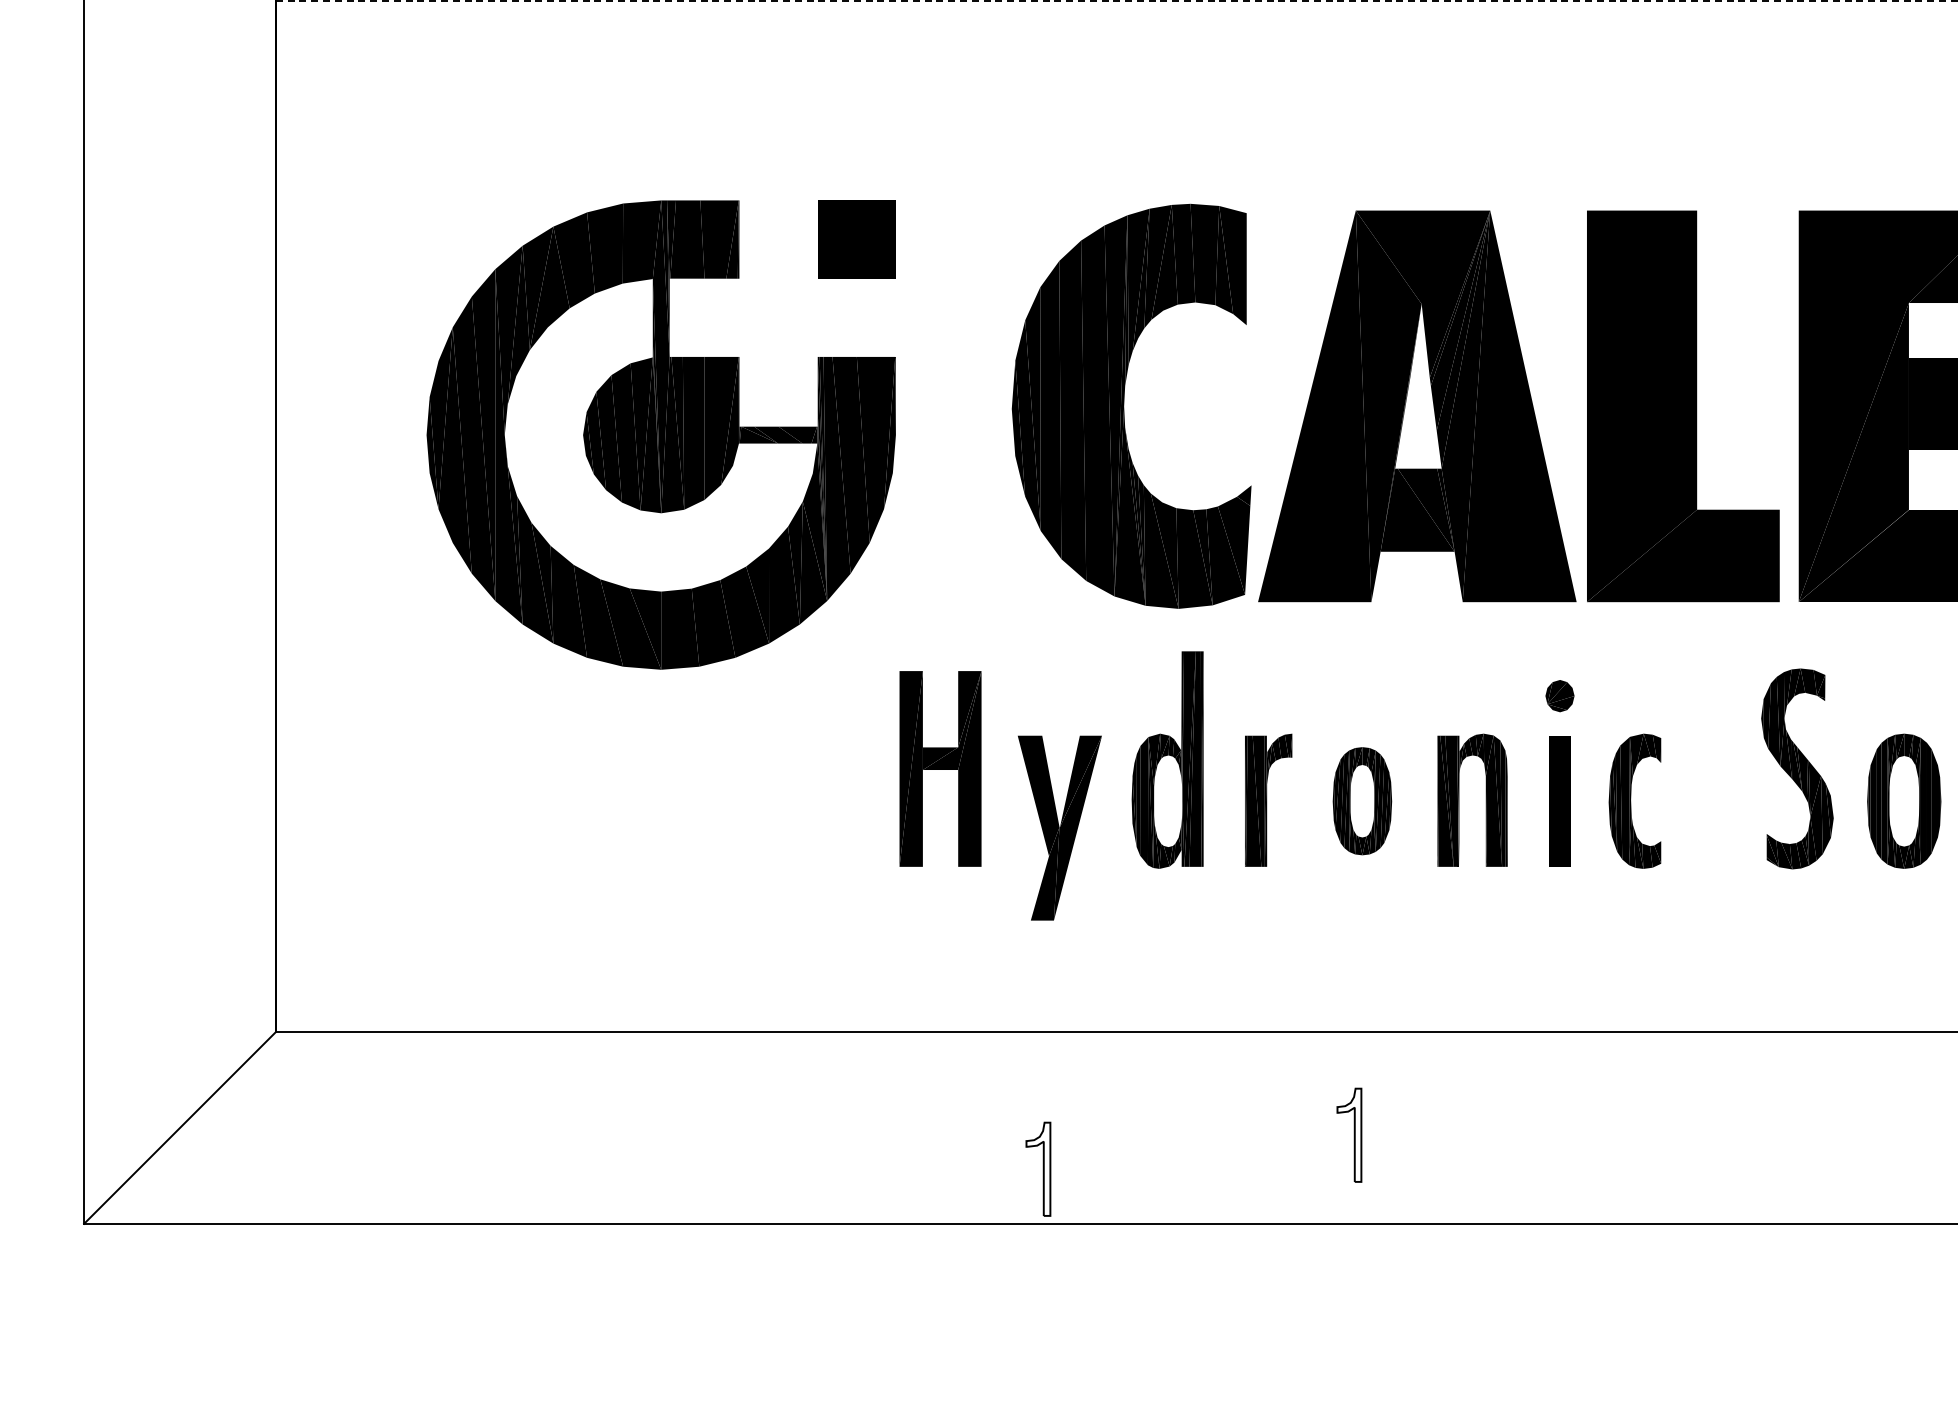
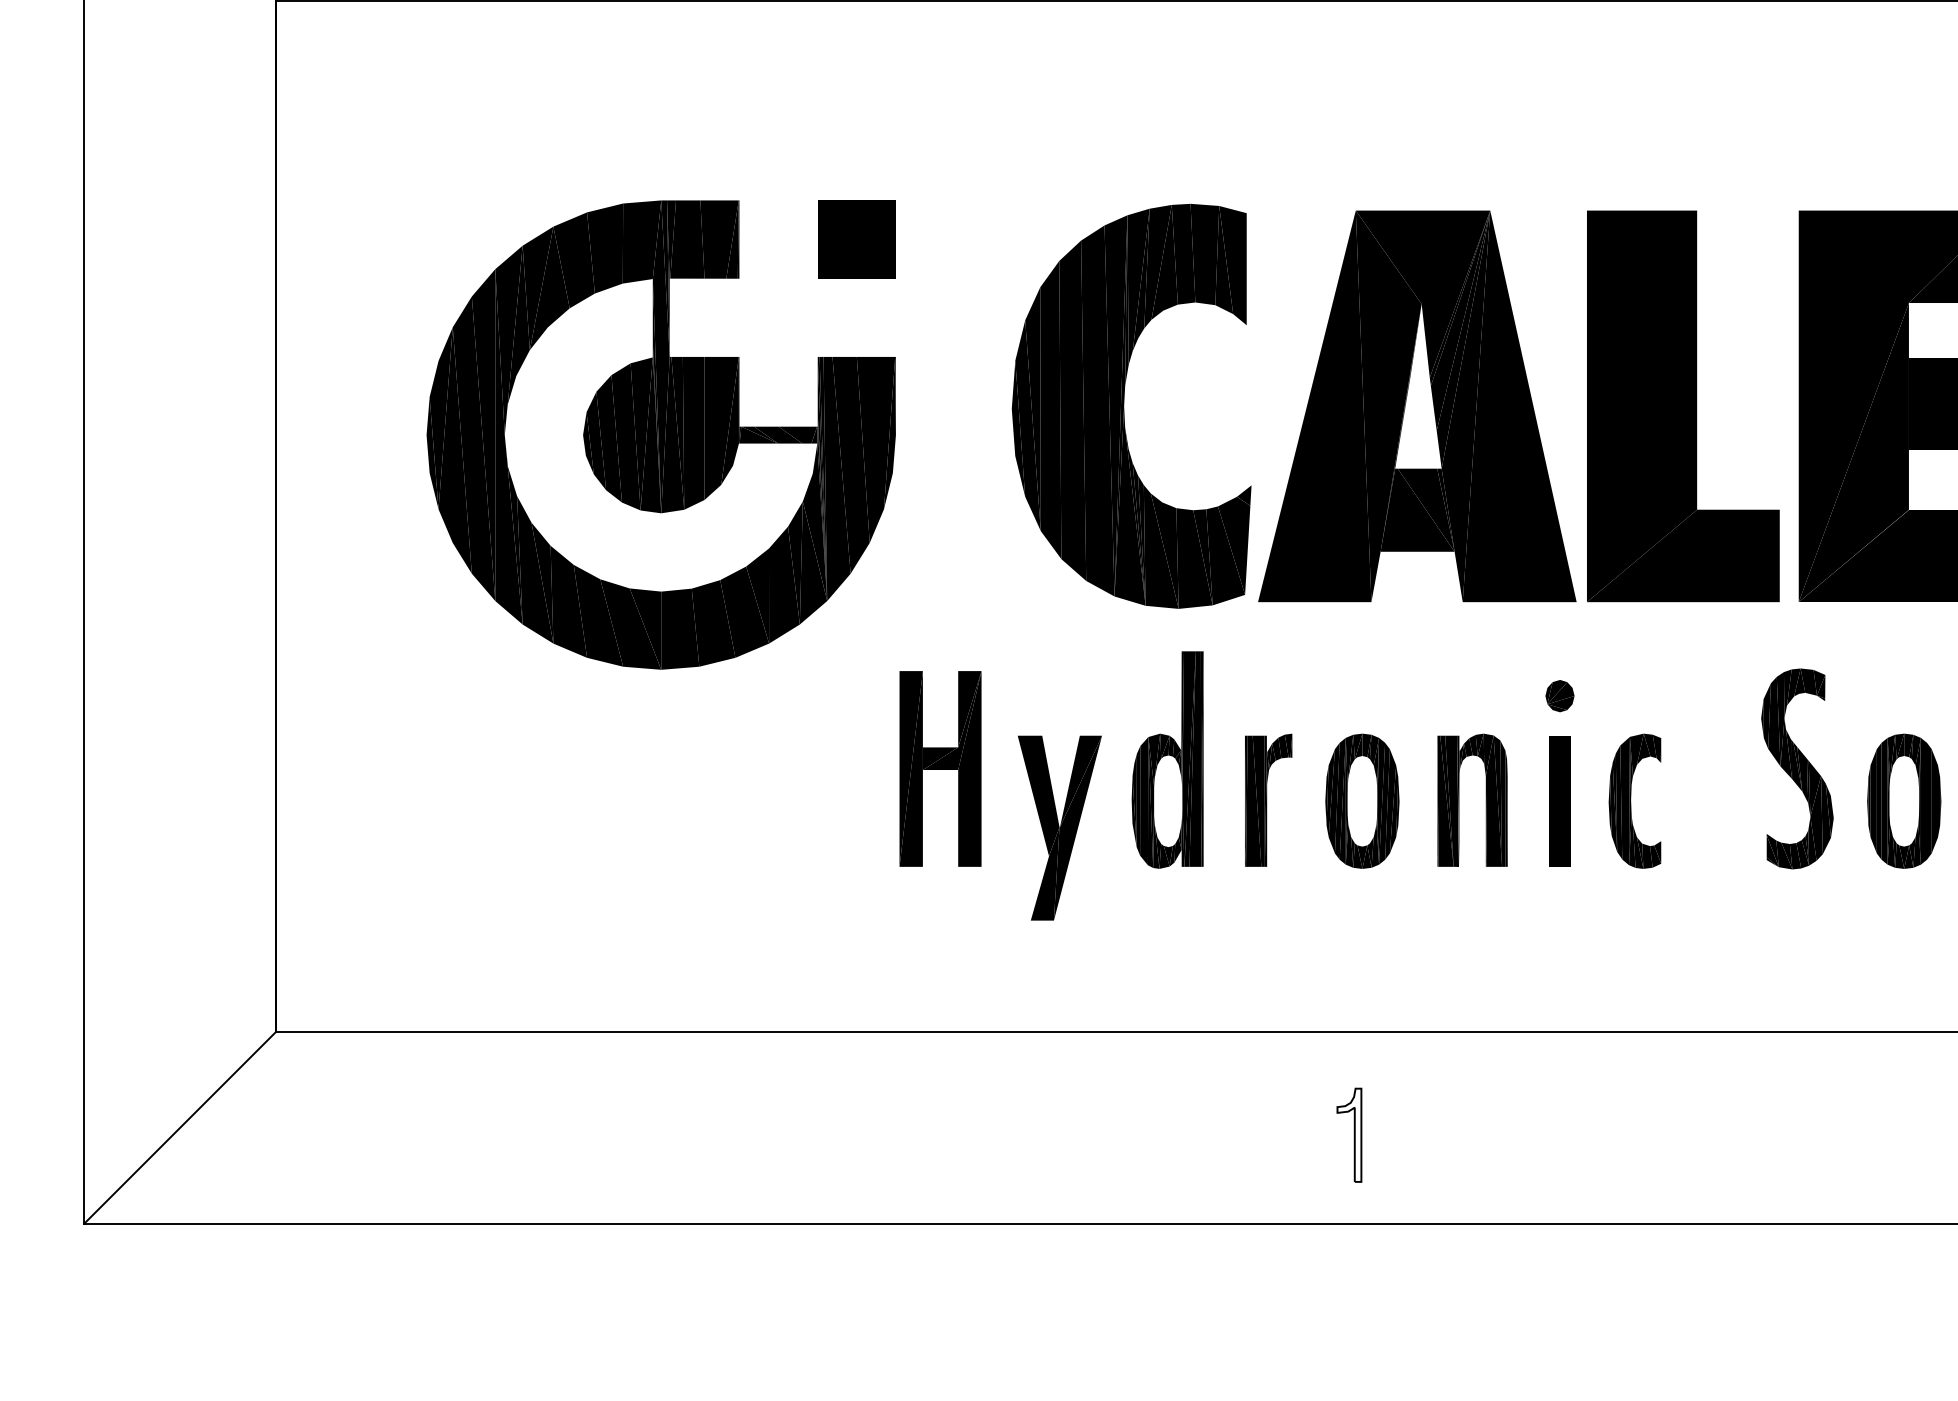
line at (1117, 1): dashed -> solid
part at (1362, 801) size: 61x109 px -> 75x136 px
part at (1038, 1168): present -> none
